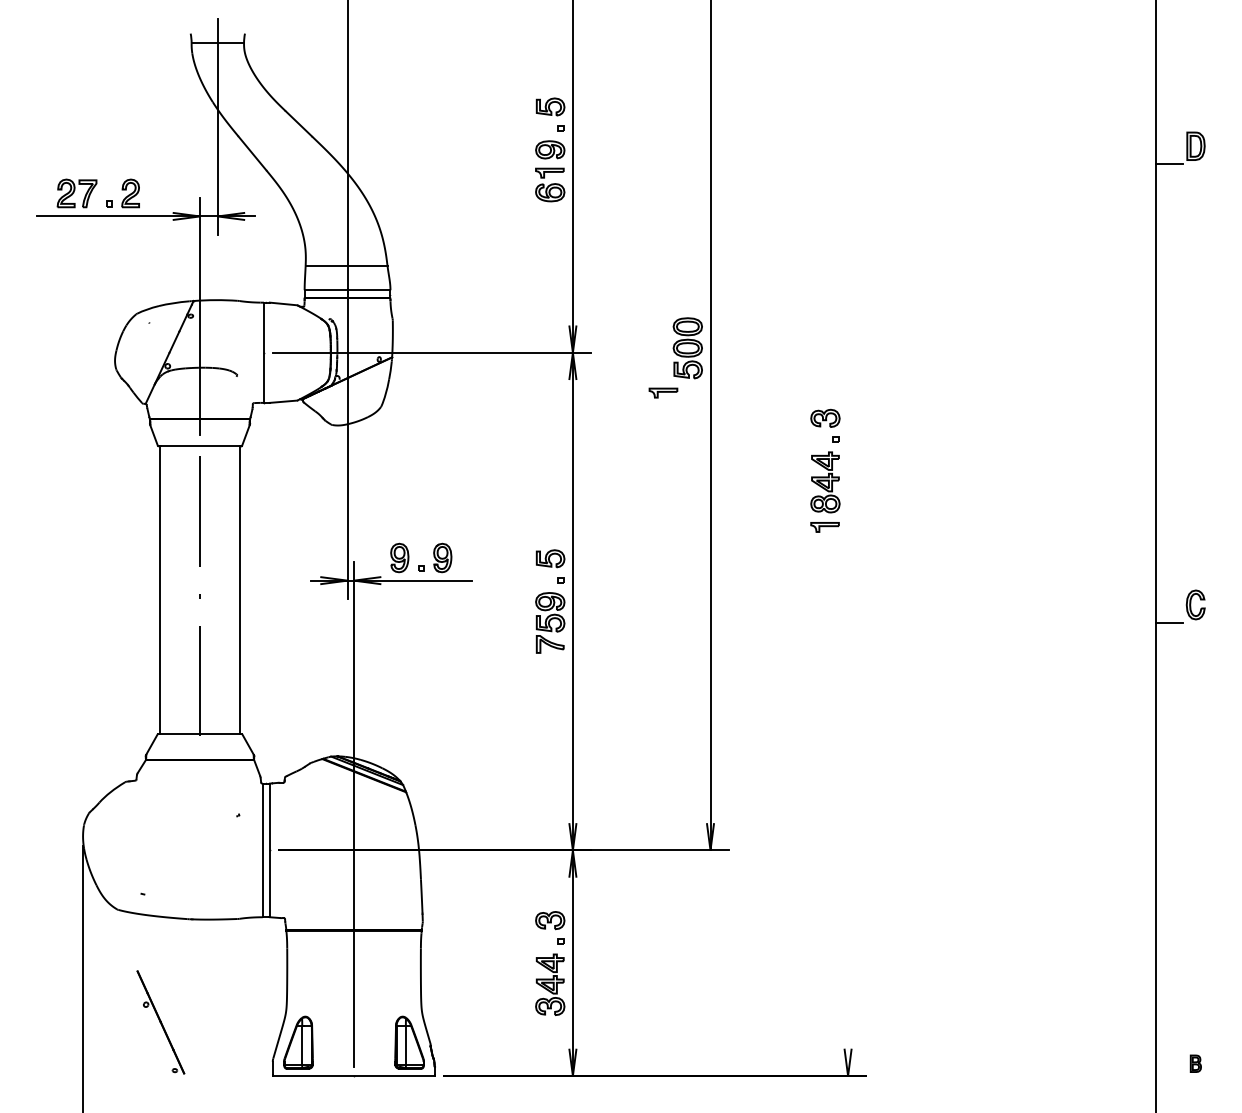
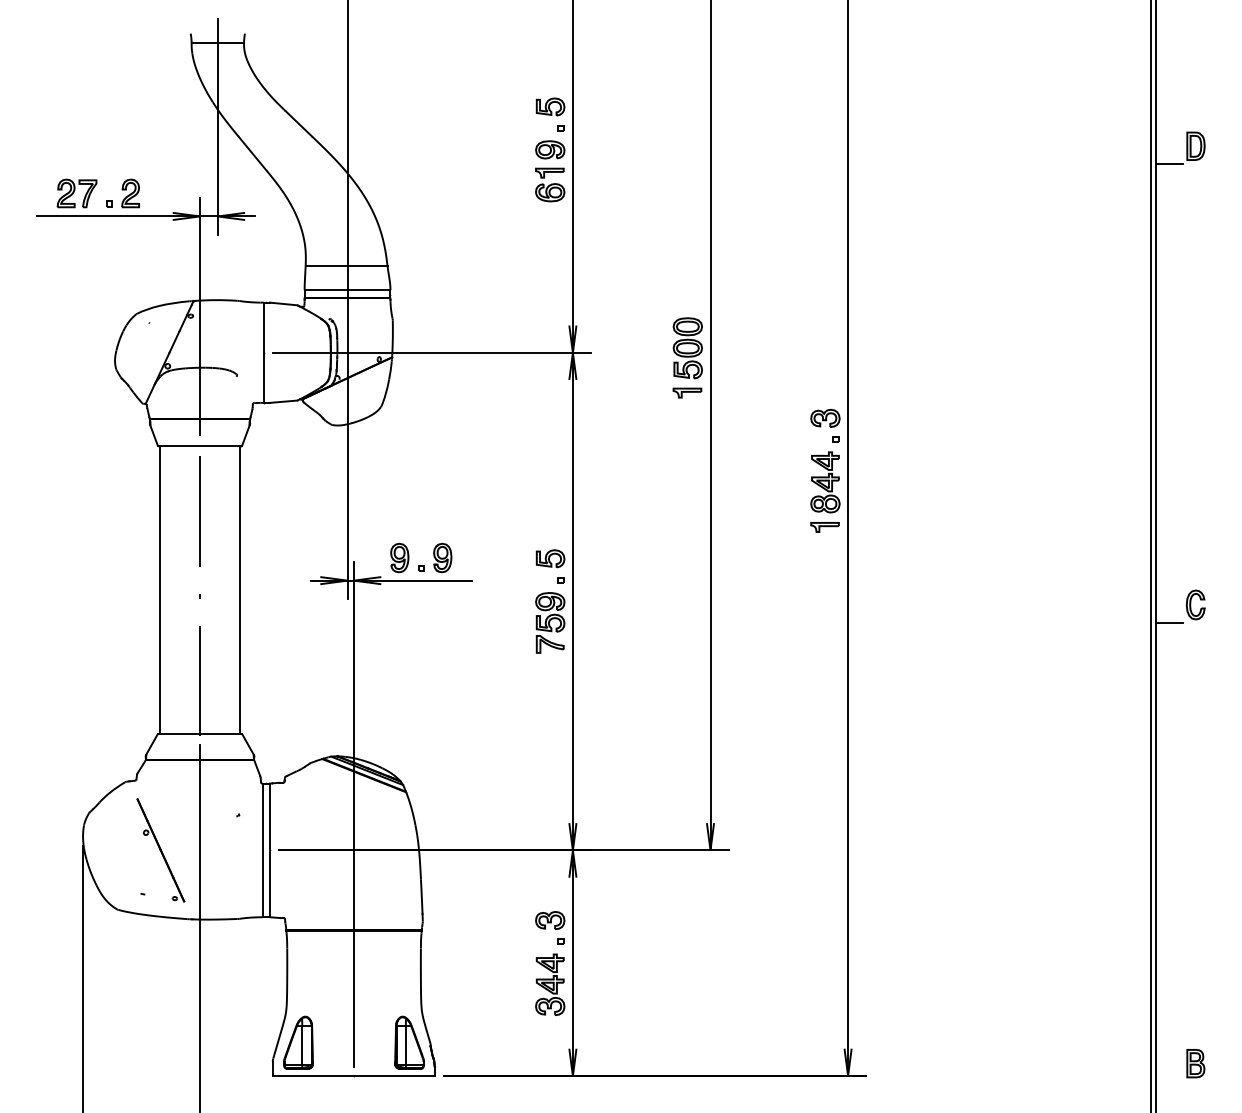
part at (663, 392) position: (663, 392) -> (687, 392)
line at (848, 539): none -> present
line at (1151, 555): none -> present
line at (200, 927): none -> present
part at (160, 1022) position: (160, 1022) -> (160, 850)
part at (1195, 1063) size: 13x19 px -> 20x30 px
